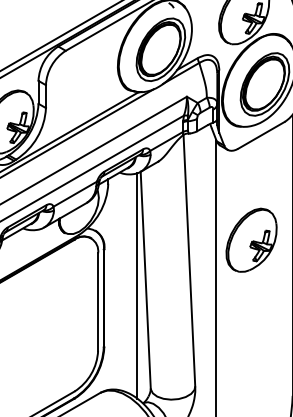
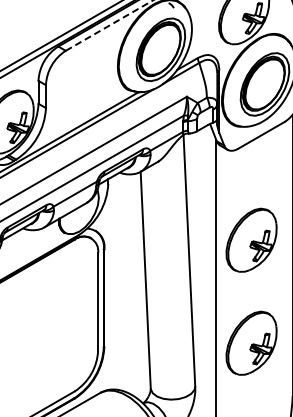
line at (109, 25): solid -> dashed
line at (137, 285): present -> none
part at (251, 342): none -> present
